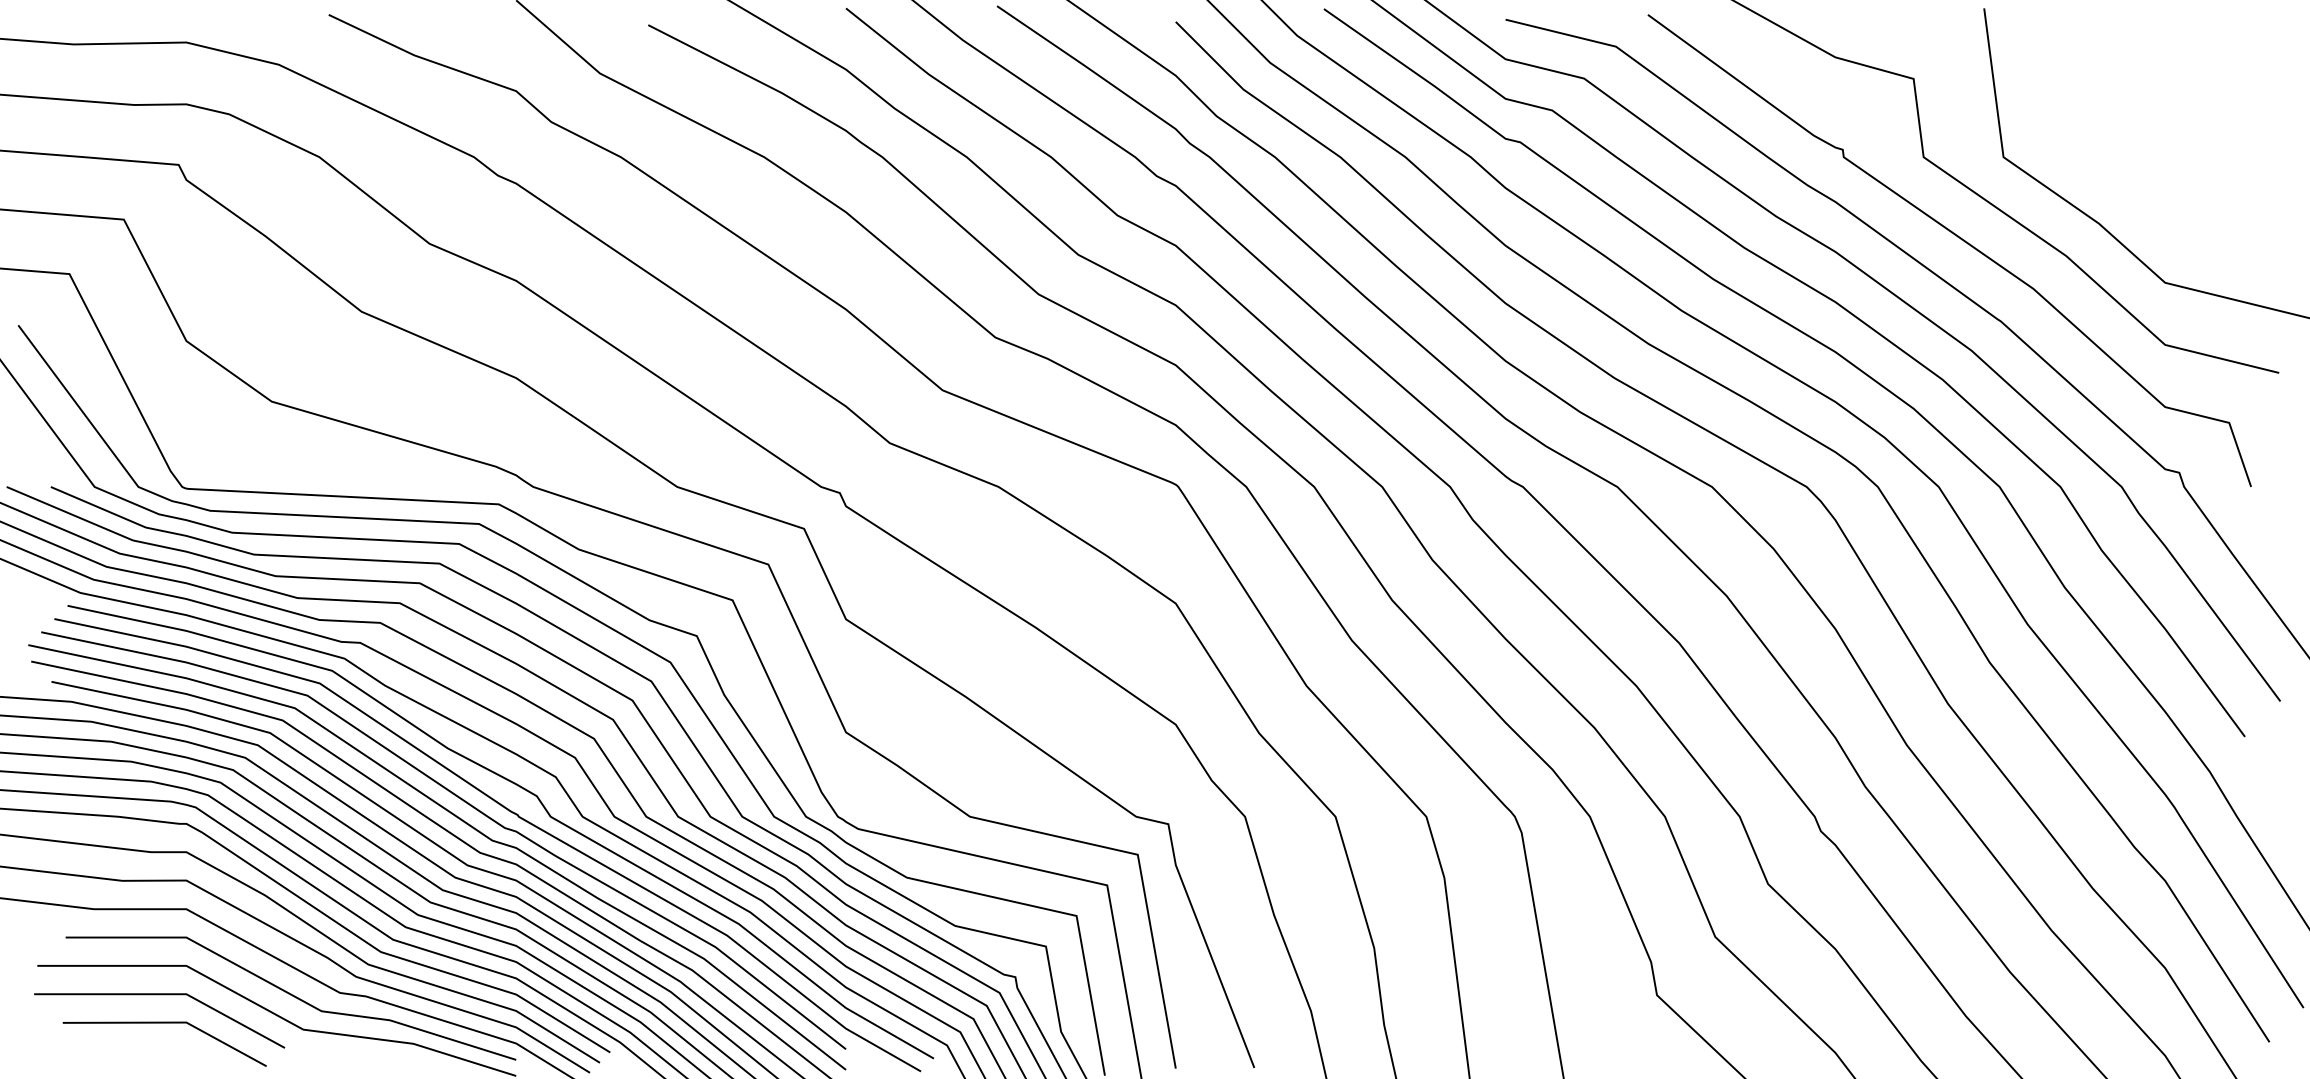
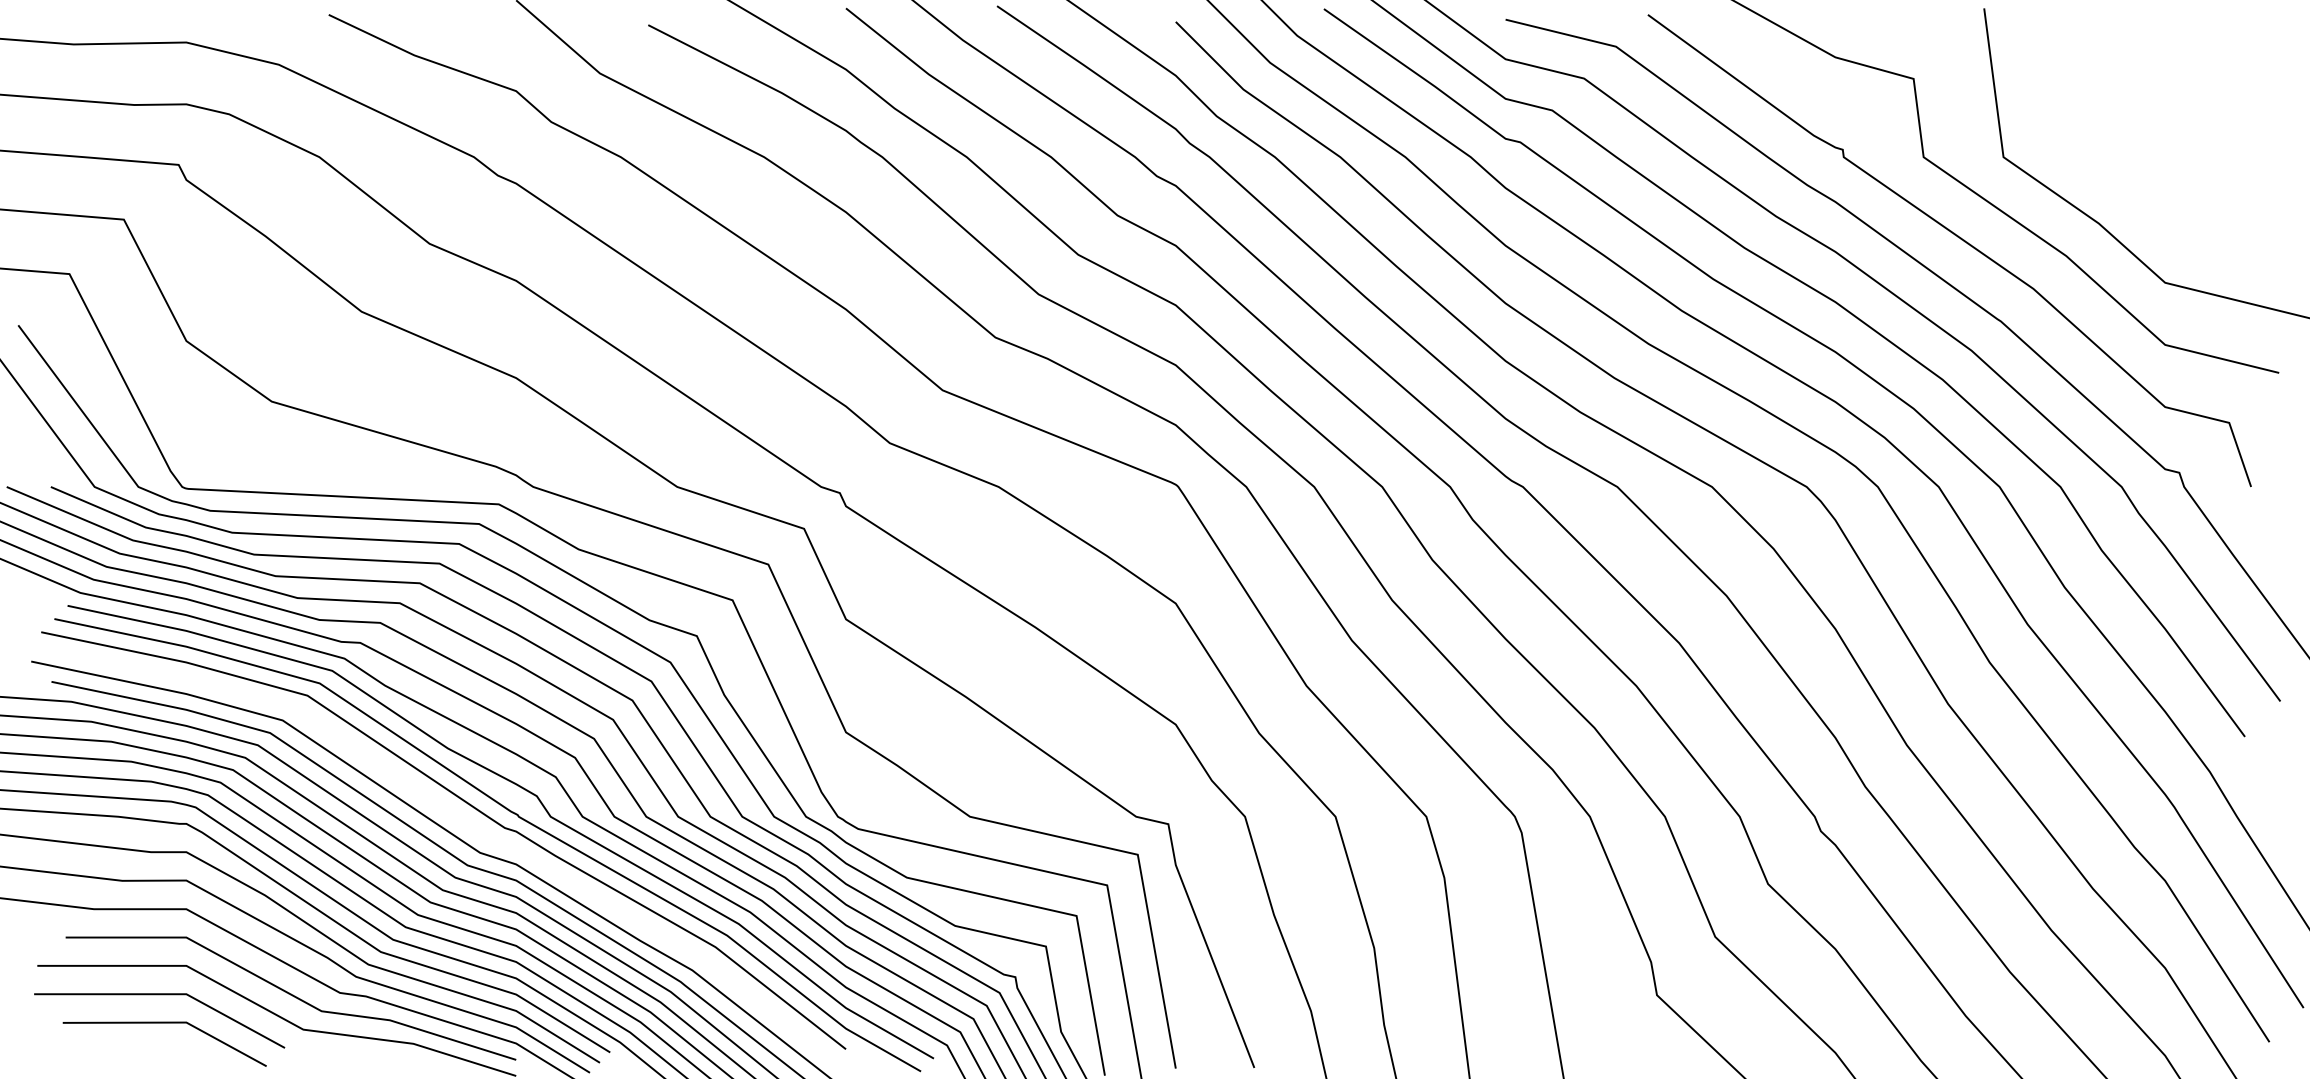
curve at (460, 820): present -> none
